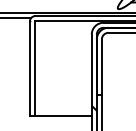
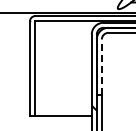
line at (16, 17): present -> none
line at (101, 67): solid -> dashed
